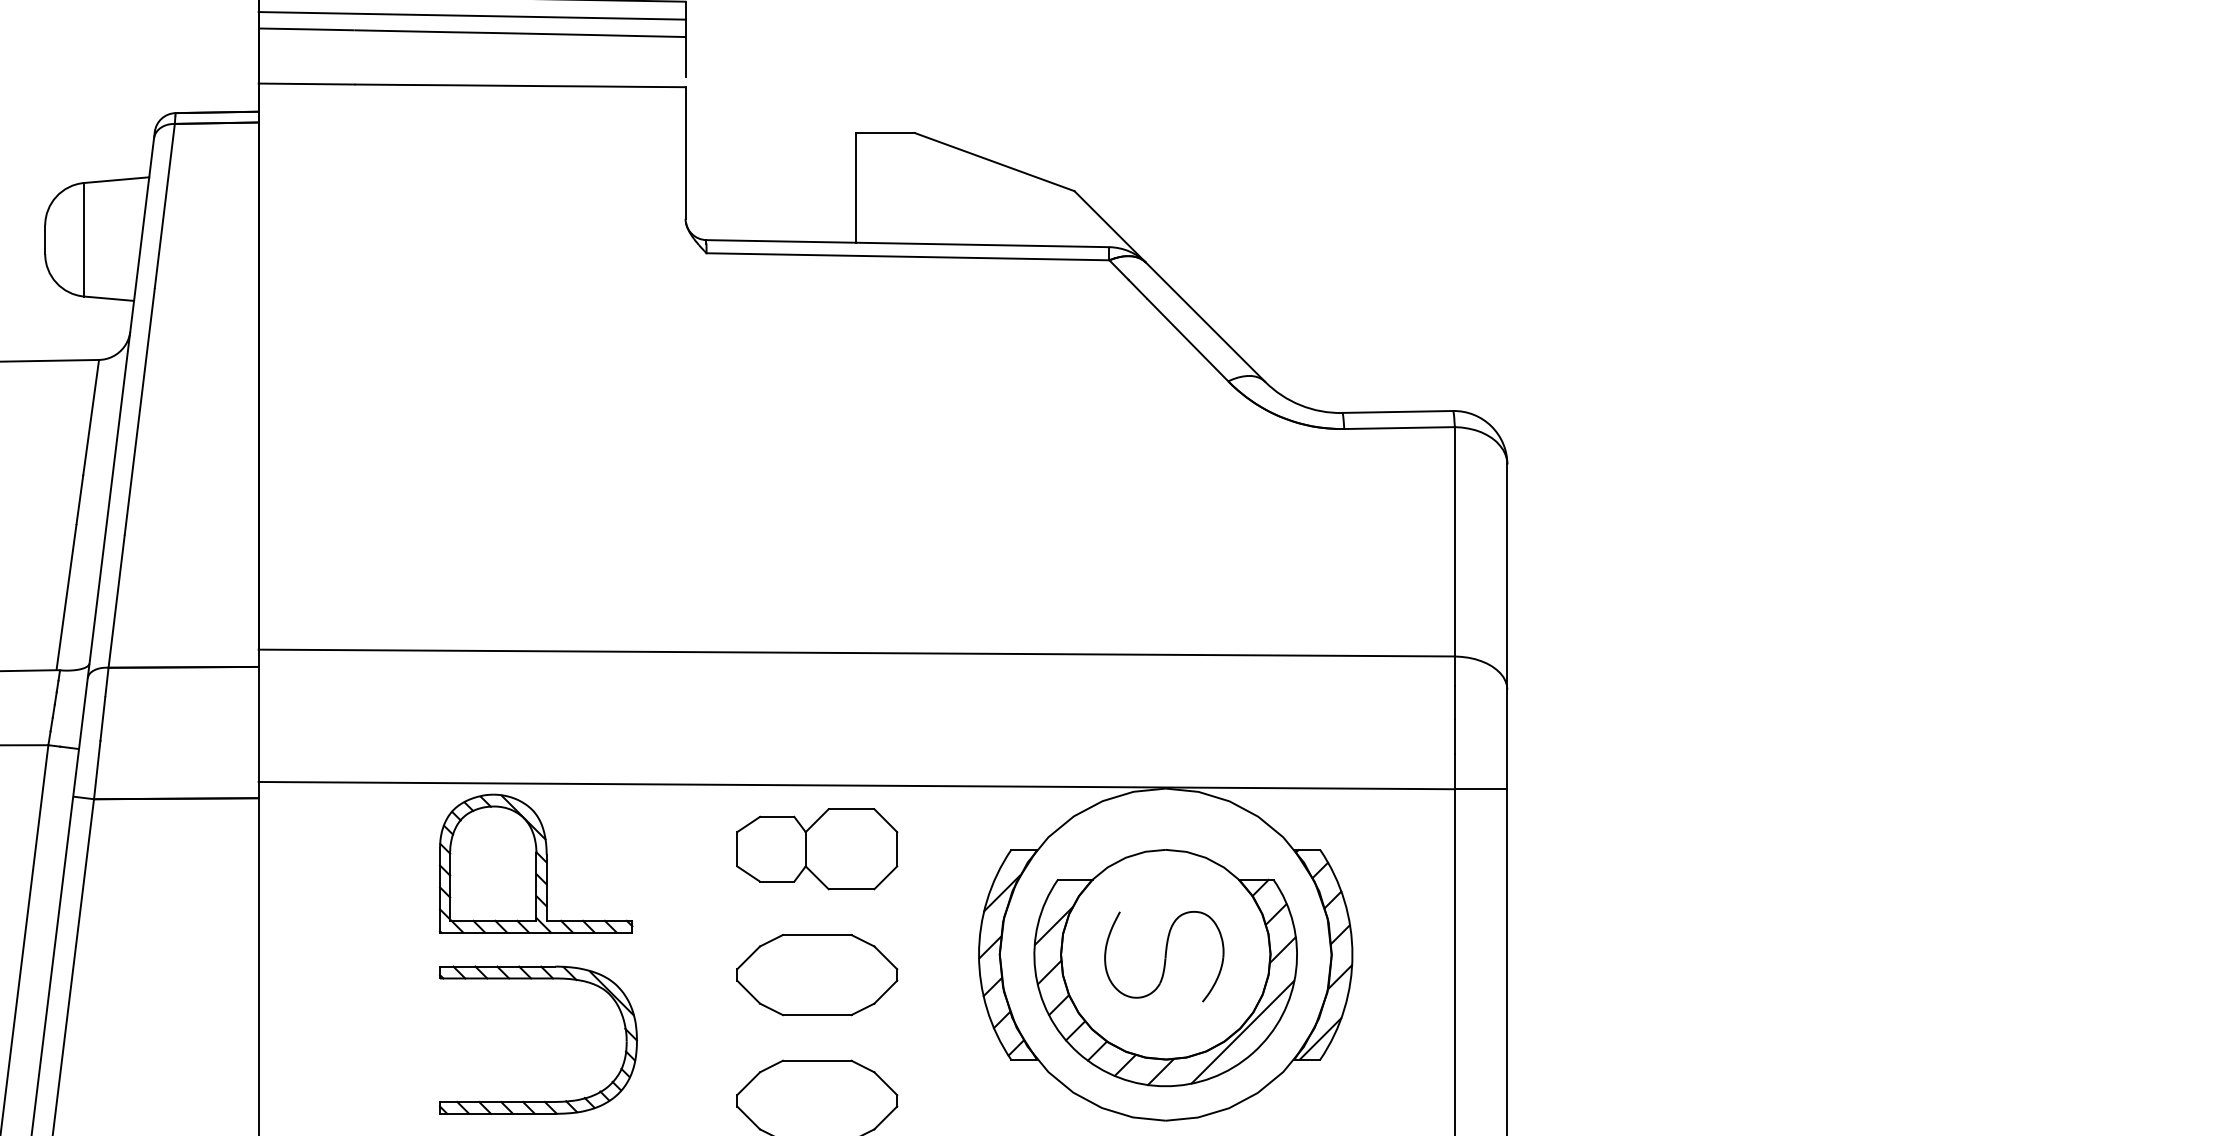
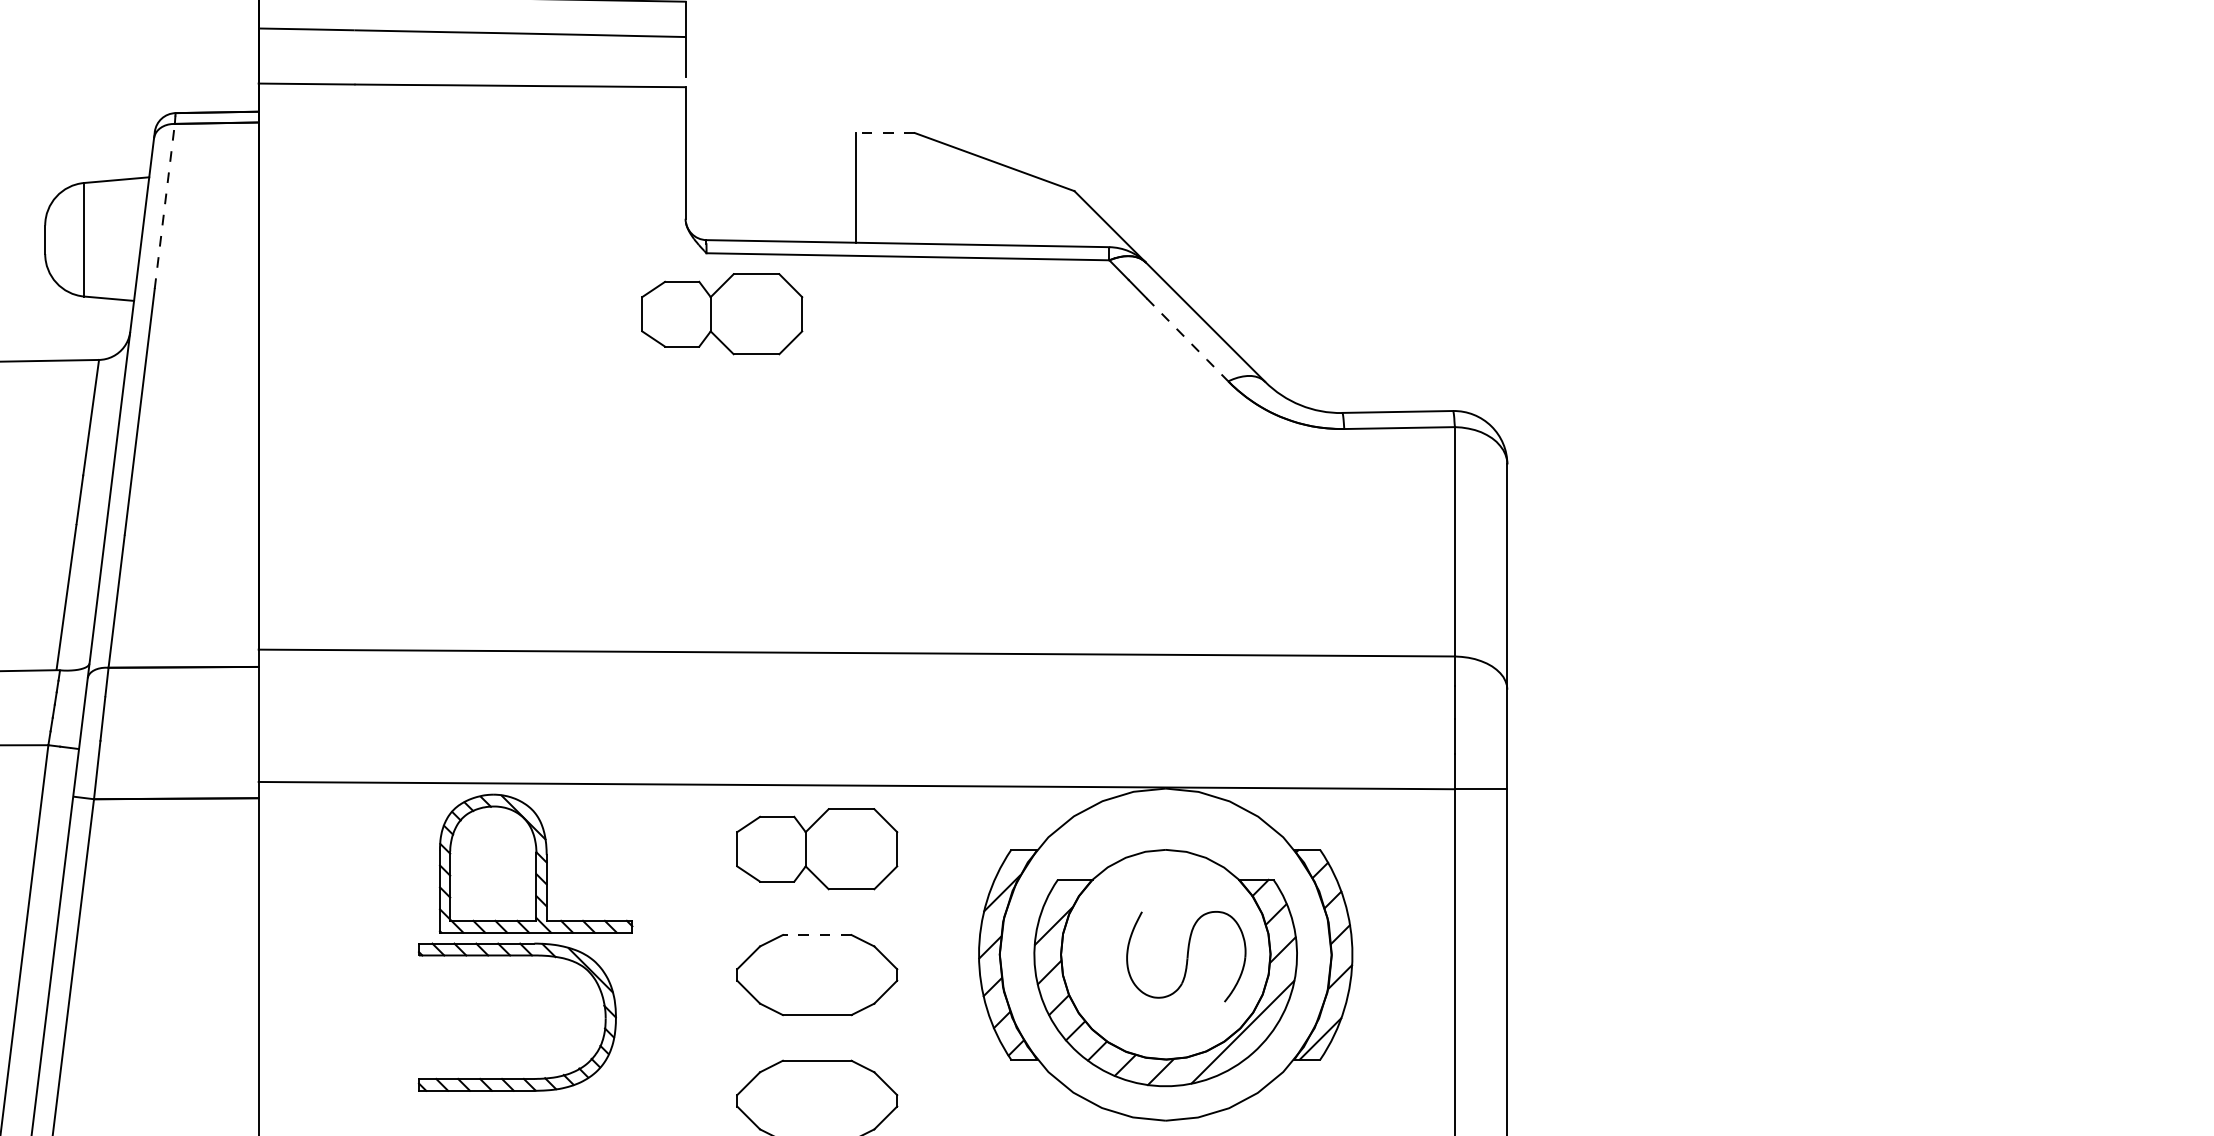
line at (471, 15): present -> none
line at (885, 133): solid -> dashed
line at (164, 206): solid -> dashed
part at (722, 314): none -> present
line at (1188, 340): solid -> dashed
line at (816, 935): solid -> dashed
part at (1164, 956) position: (1164, 956) -> (1186, 956)
part at (537, 979) position: (537, 979) -> (516, 956)
